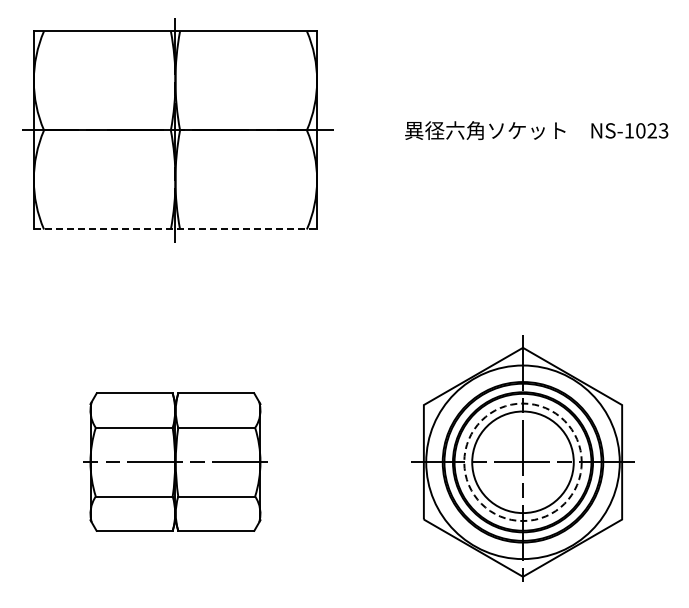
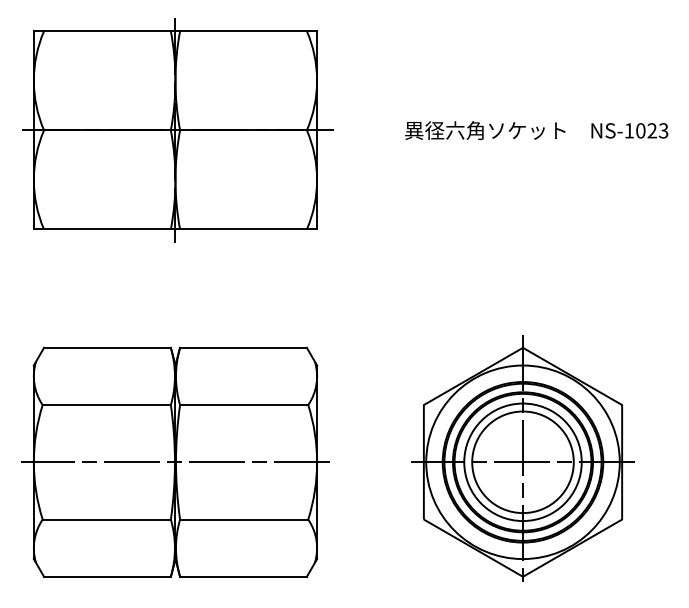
line at (175, 229): dashed -> solid
part at (175, 461) size: 185x140 px -> 309x232 px
circle at (522, 462): dashed -> solid
